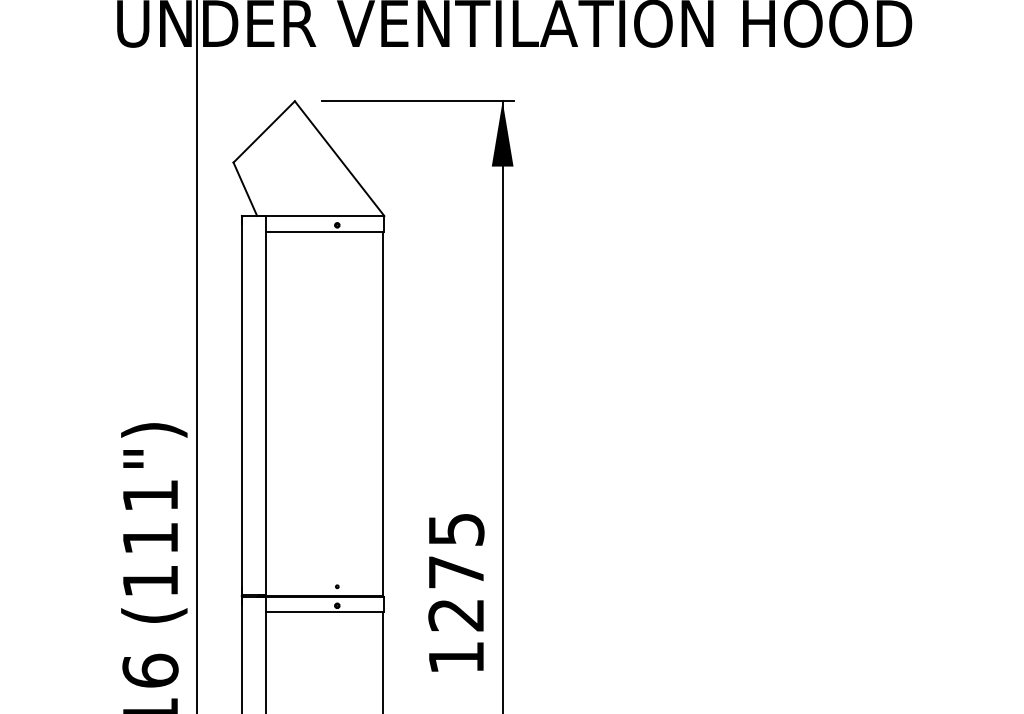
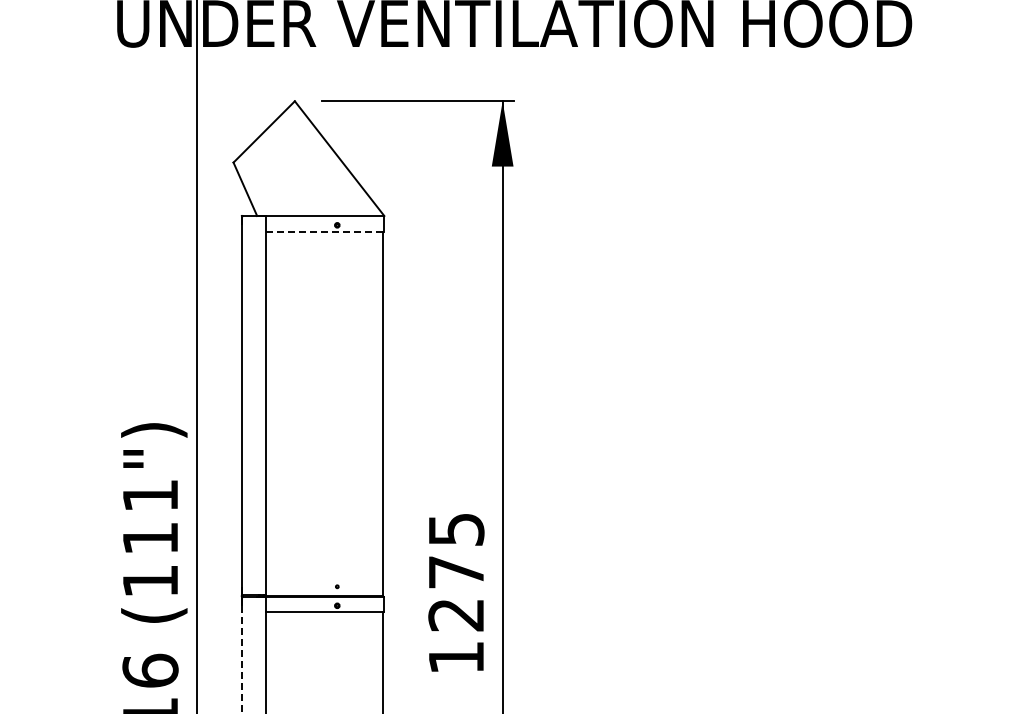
line at (325, 231): solid -> dashed
line at (242, 654): solid -> dashed
